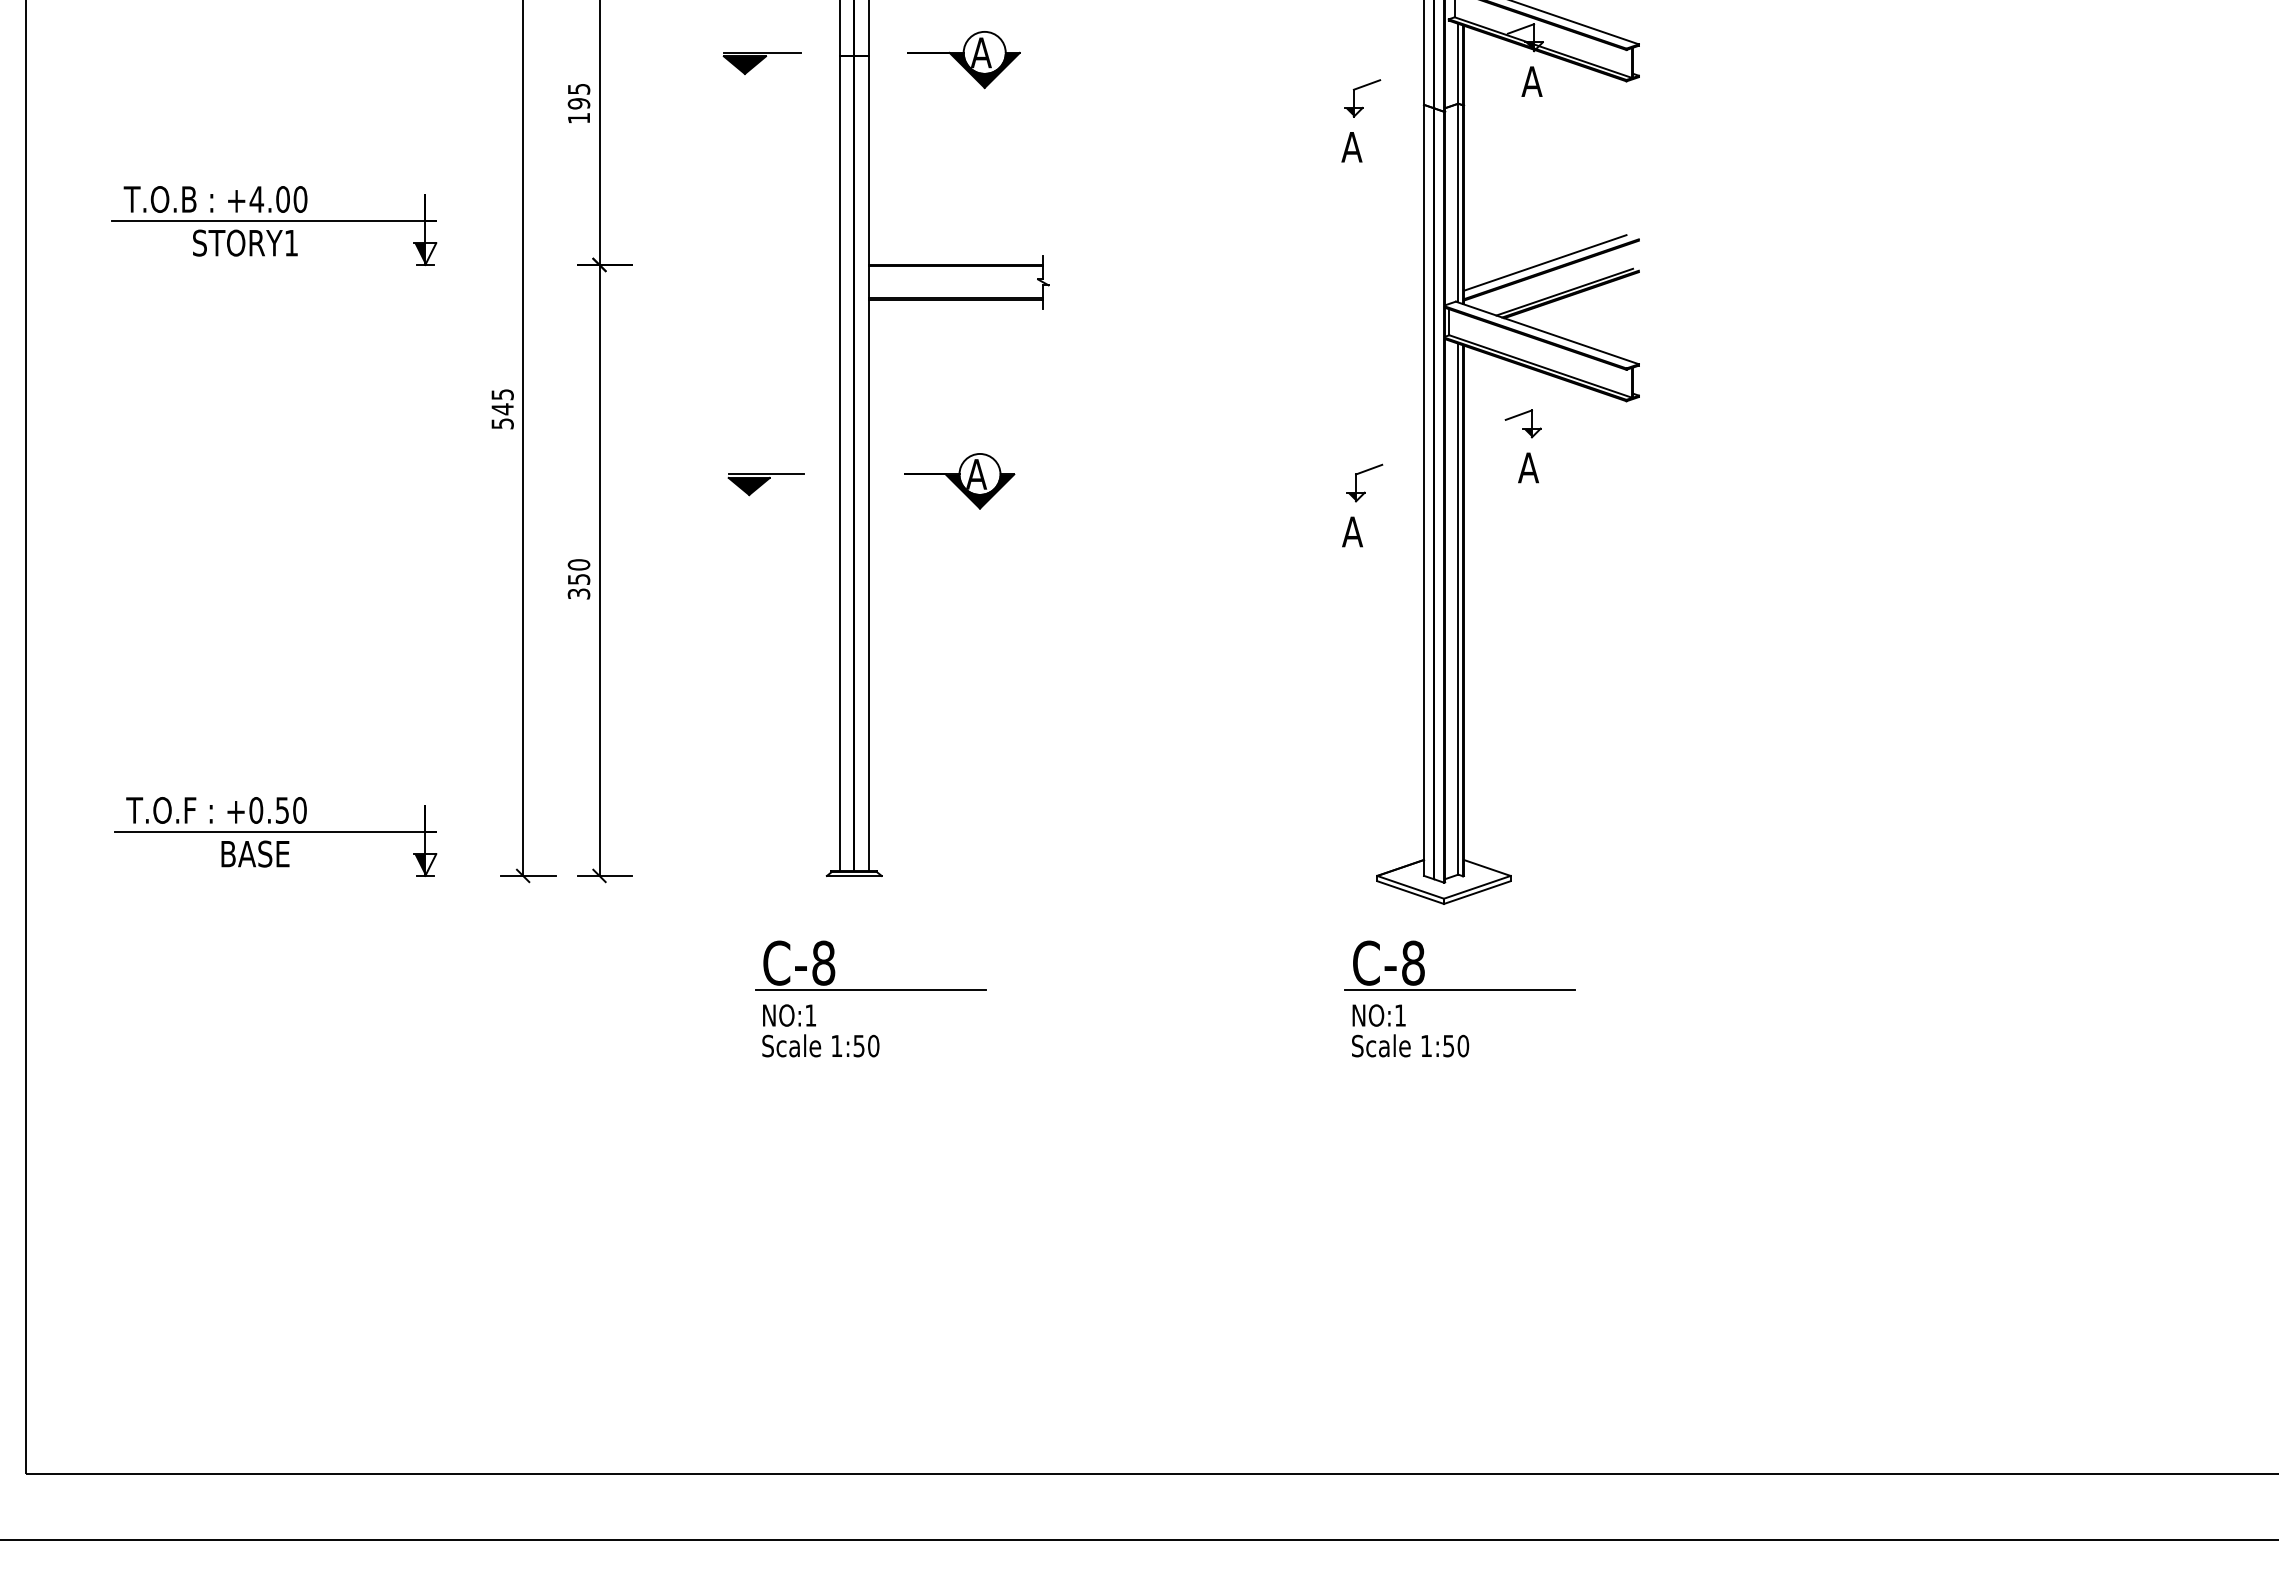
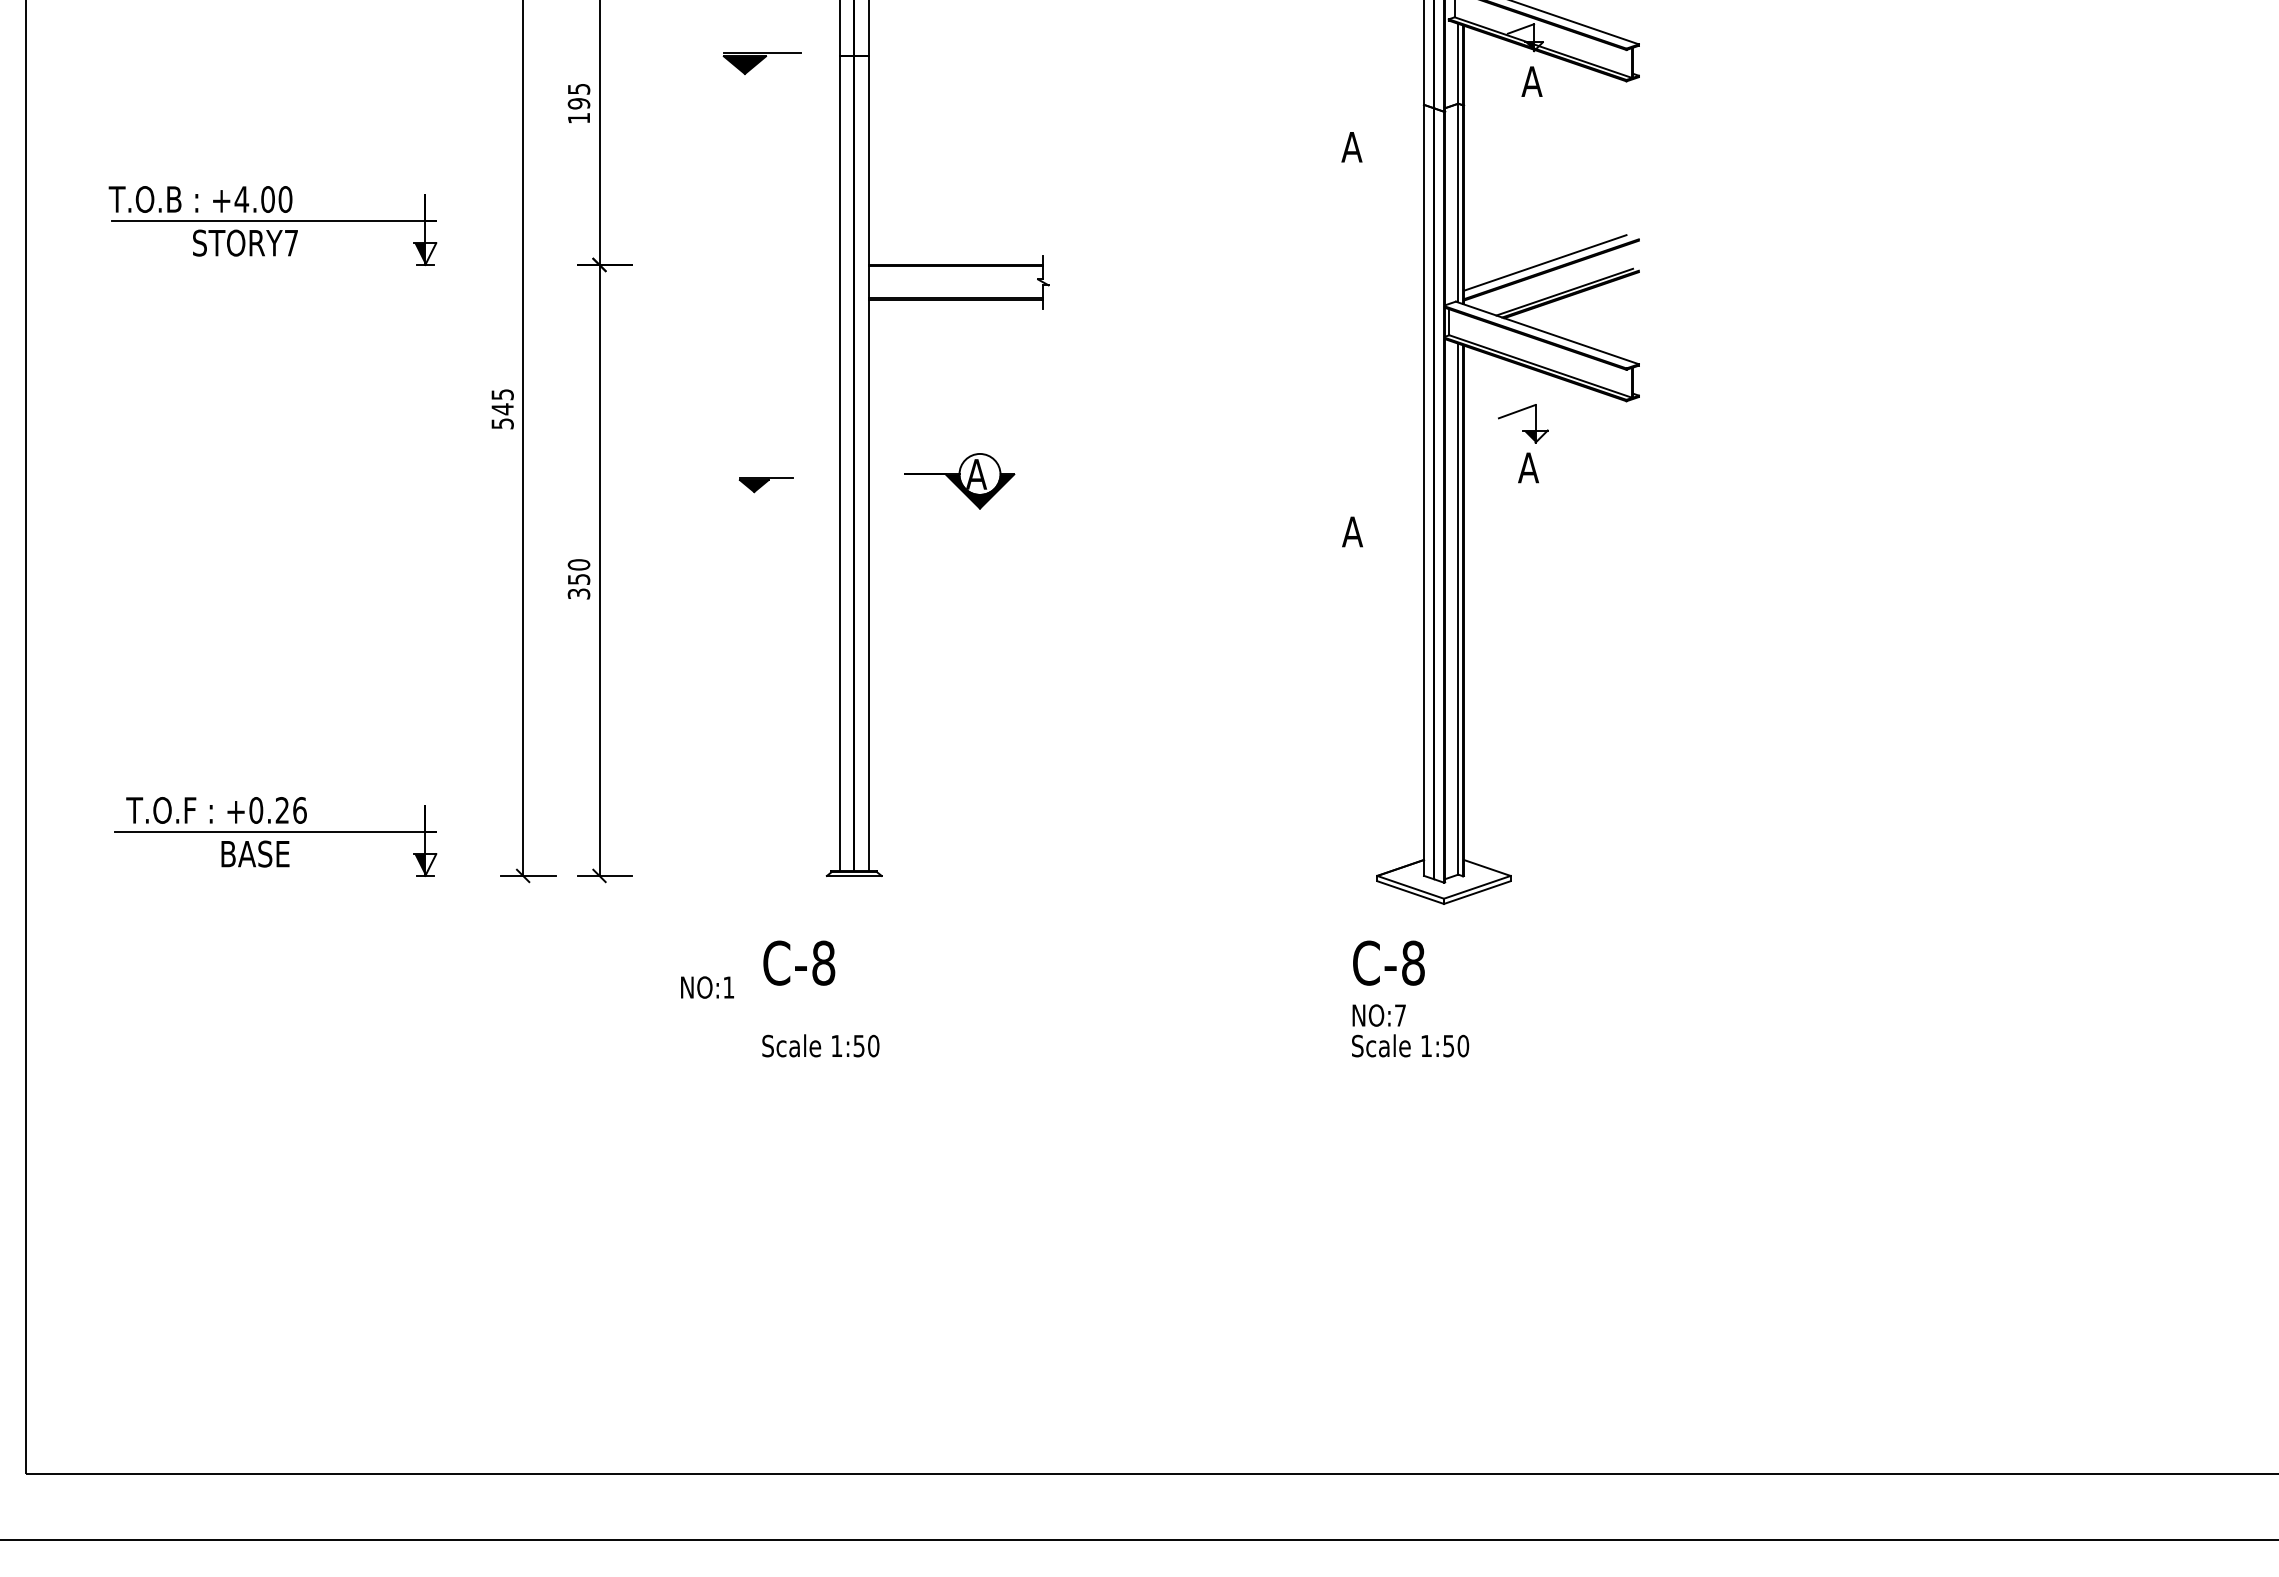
part at (963, 60): present -> none
part at (1354, 98): present -> none
text at (215, 199) position: (215, 199) -> (200, 199)
text at (291, 243): STORY1 -> STORY7
part at (1522, 423) size: 38x30 px -> 51x40 px
part at (1356, 482): present -> none
part at (765, 484) size: 78x24 px -> 56x17 px
text at (290, 810): +0.50 -> +0.26
line at (870, 990): present -> none
line at (1460, 990): present -> none
text at (789, 1015) position: (789, 1015) -> (707, 987)
text at (1400, 1015): NO:1 -> NO:7
